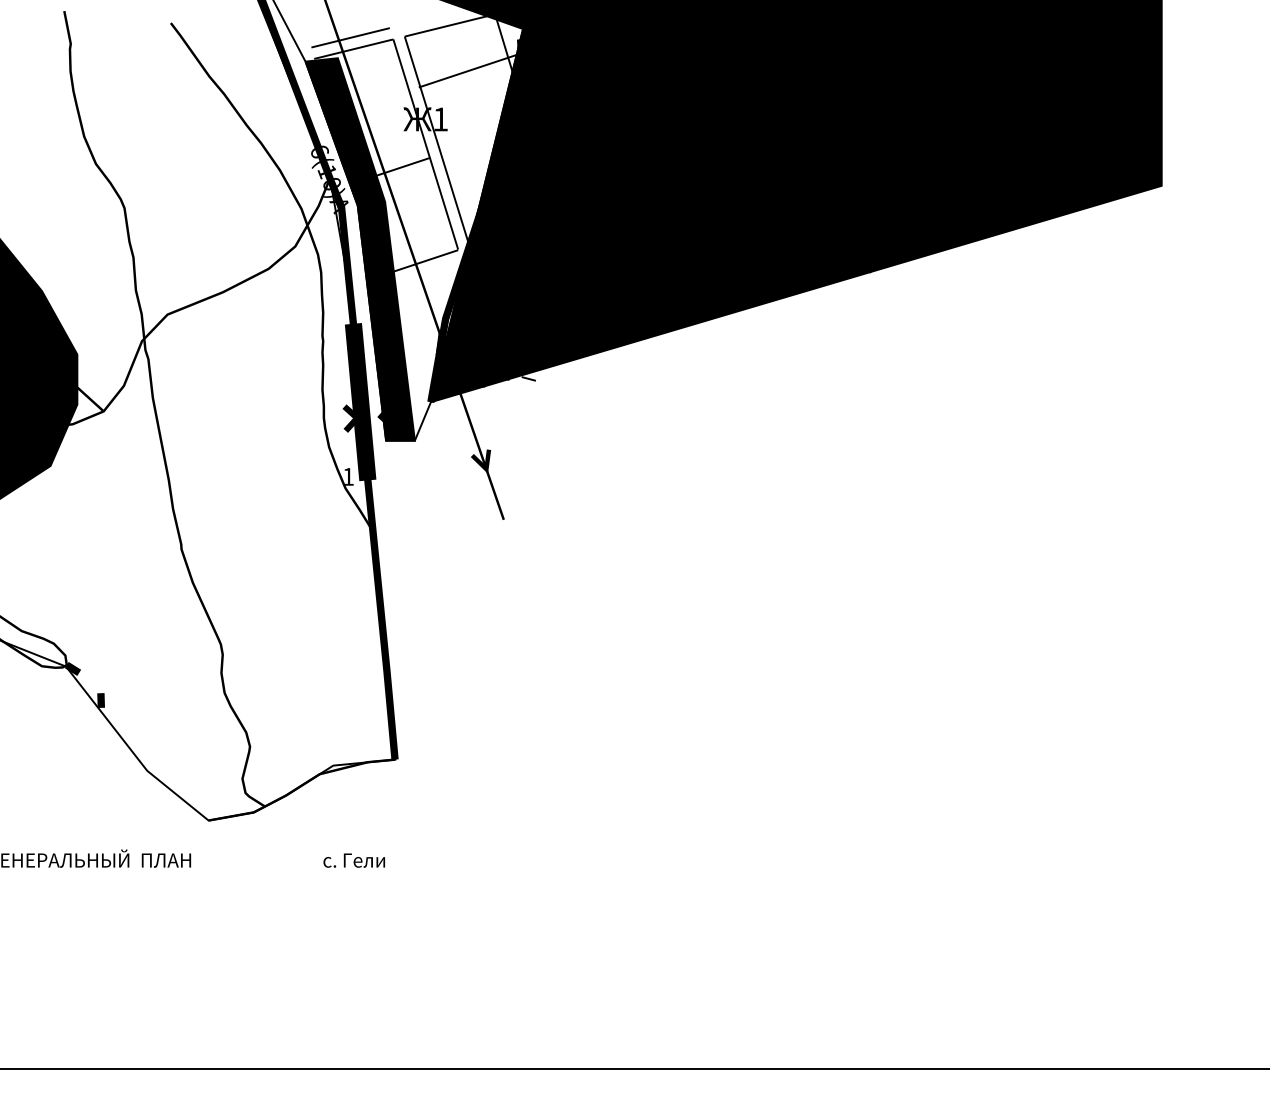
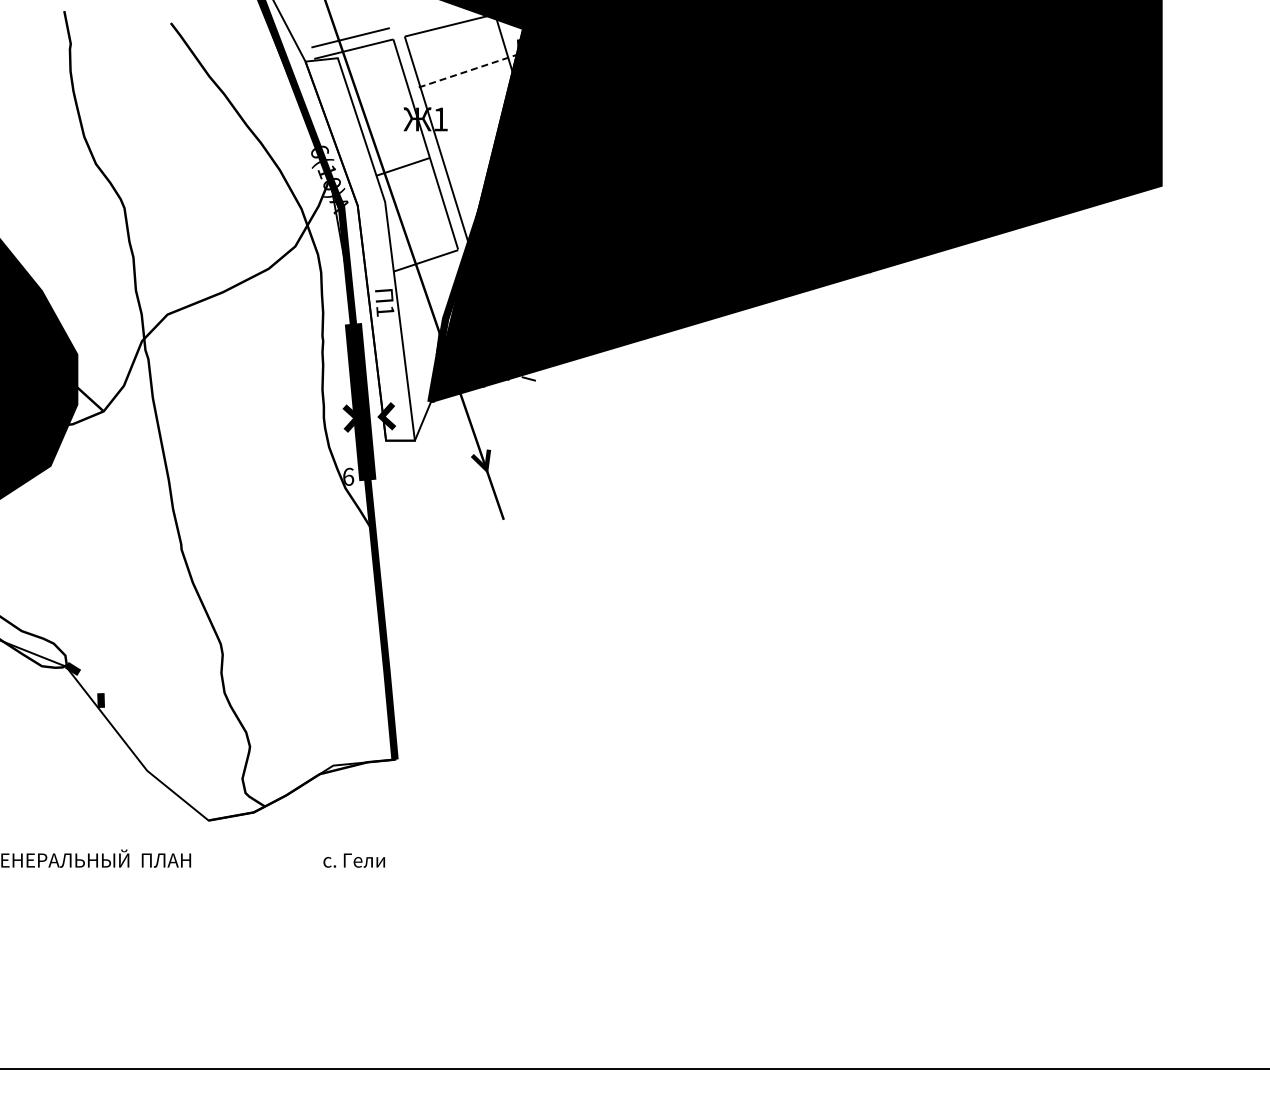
line at (467, 71): solid -> dashed
fill at (359, 249): present -> none
text at (348, 476): 1 -> 6
